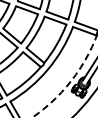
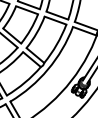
arc at (71, 80): dashed -> solid
